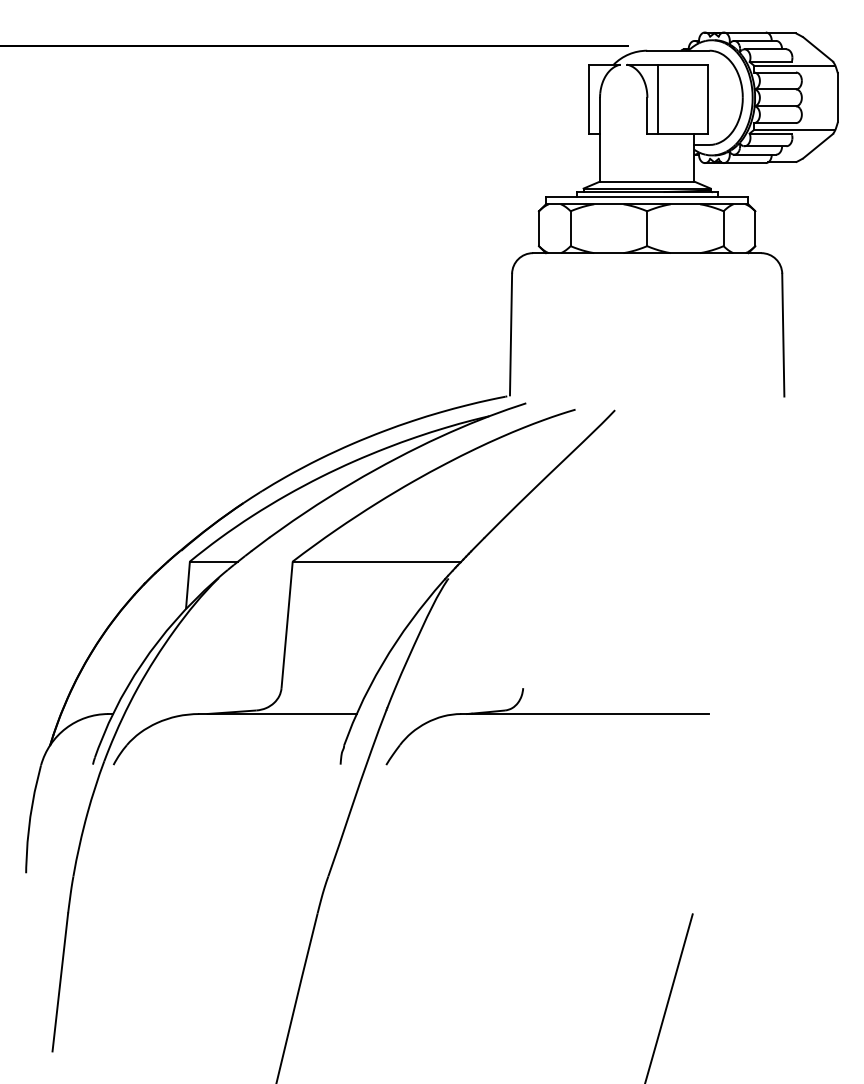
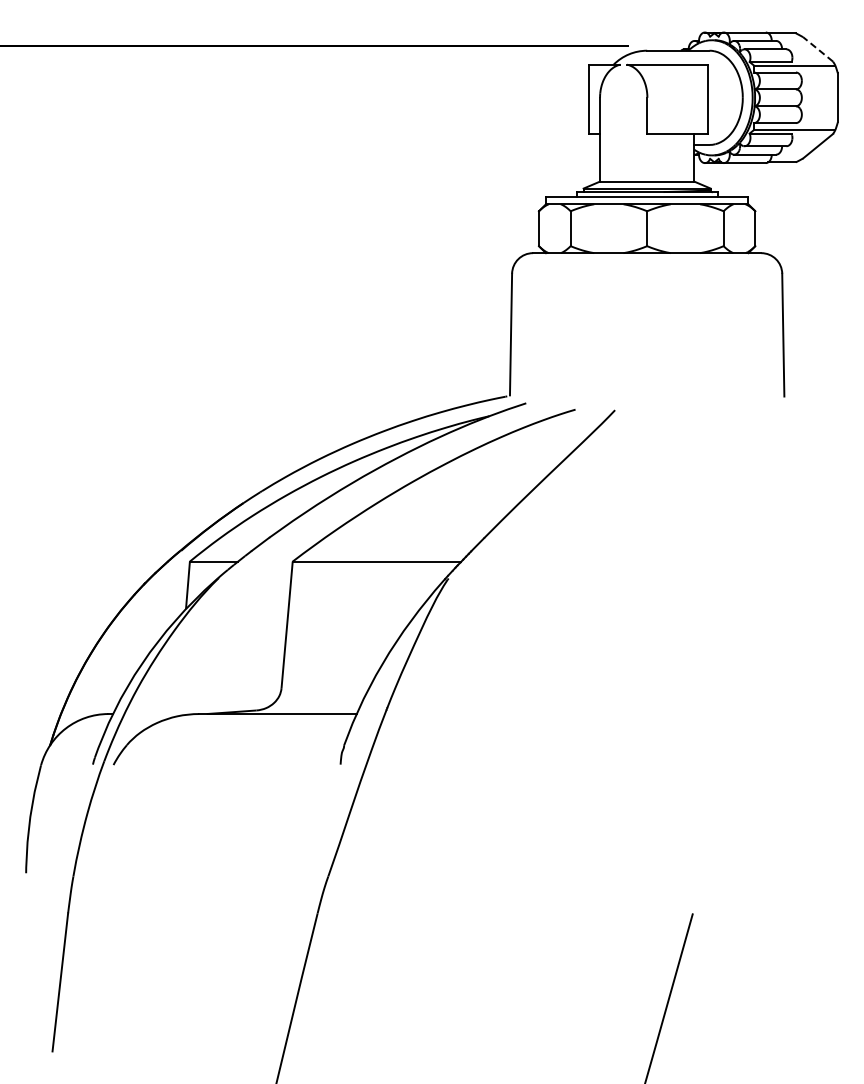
line at (817, 49): solid -> dashed
line at (658, 99): present -> none
part at (547, 714): present -> none
